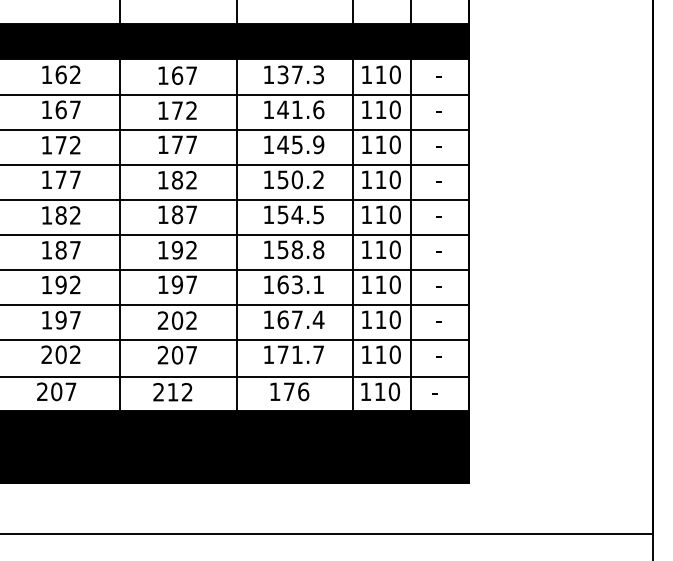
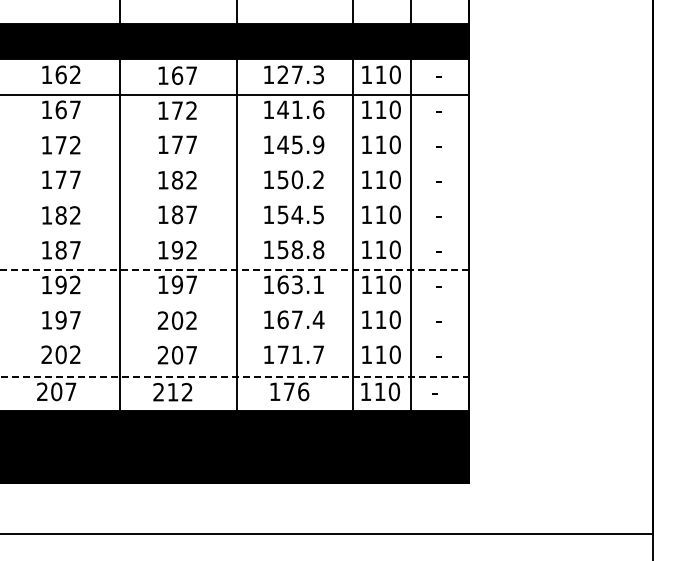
text at (282, 74): 137.3 -> 127.3
line at (235, 129): present -> none
line at (235, 164): present -> none
line at (235, 199): present -> none
line at (235, 234): present -> none
line at (234, 269): solid -> dashed
line at (235, 304): present -> none
line at (235, 339): present -> none
line at (235, 376): solid -> dashed
